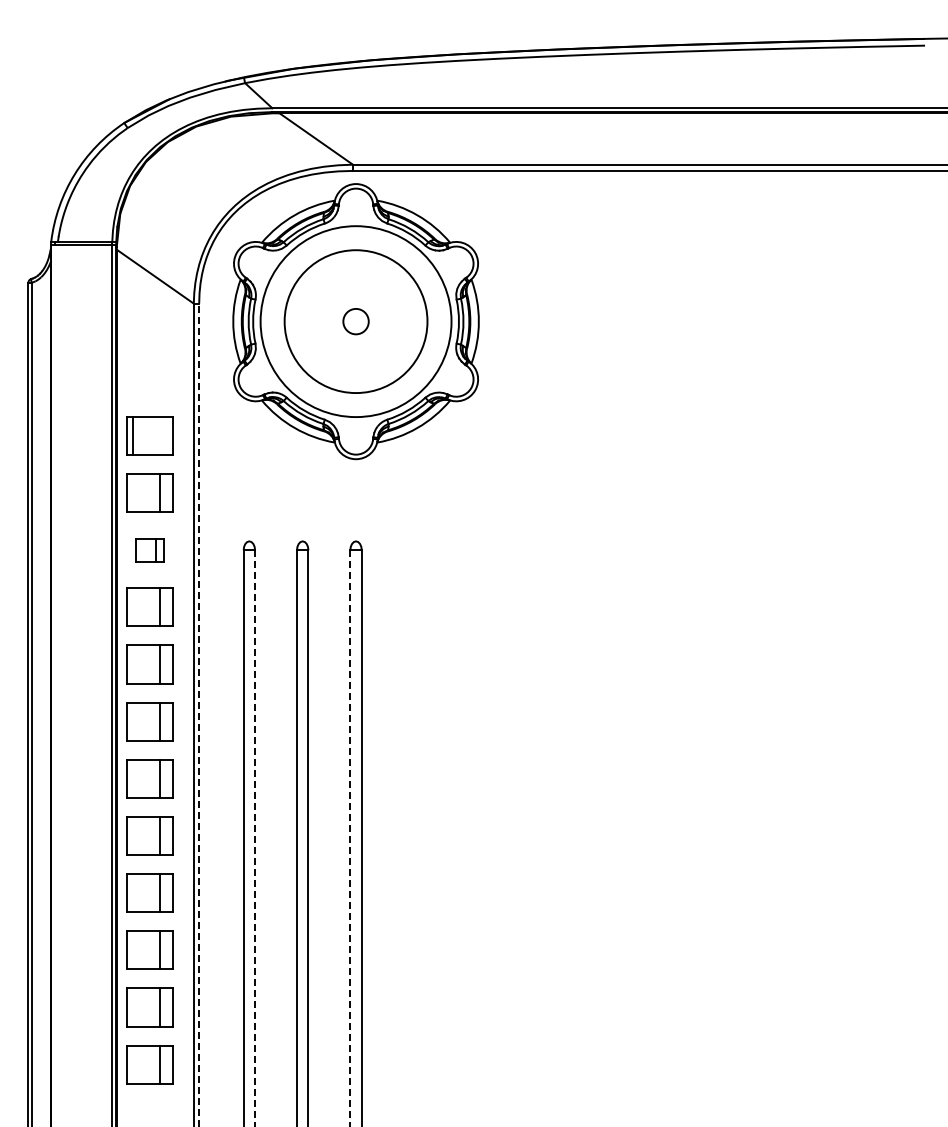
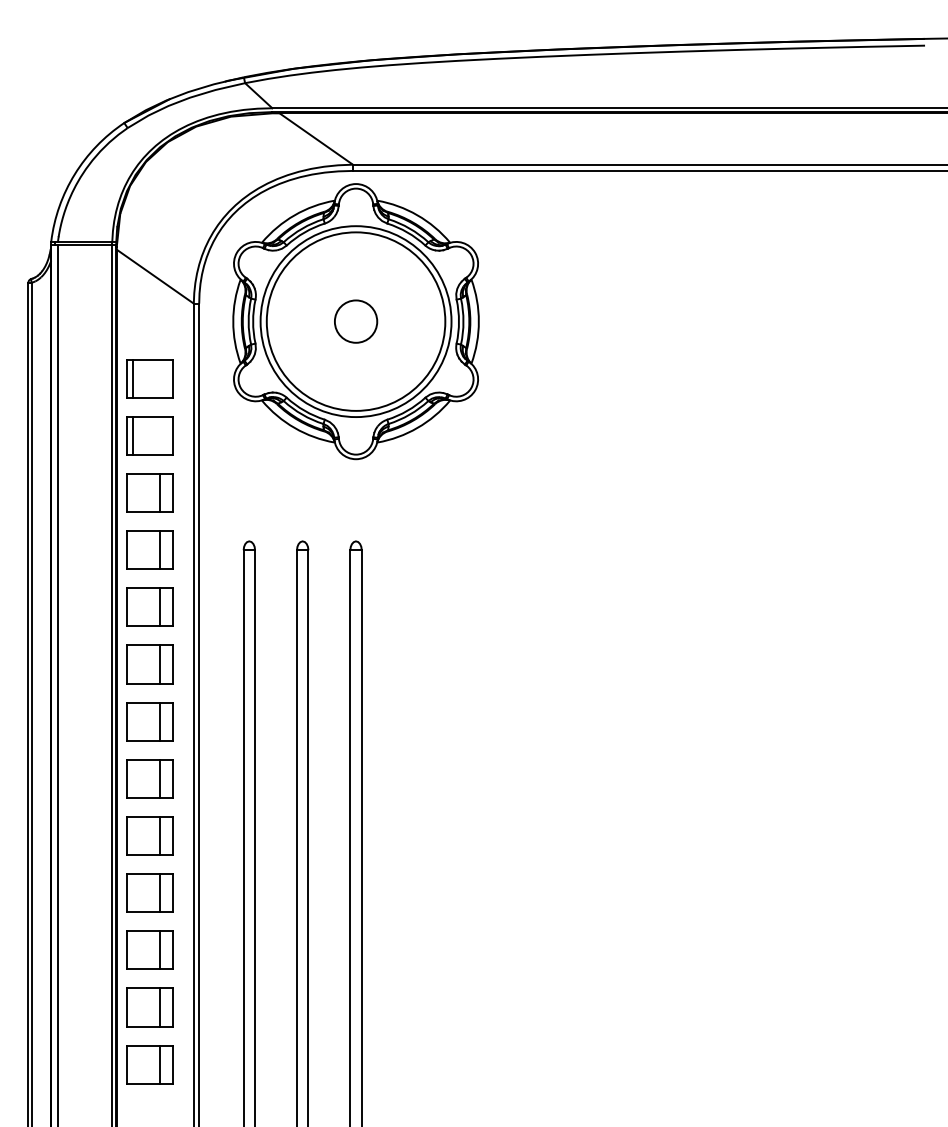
circle at (355, 321) diameter: 143 px -> 179 px
circle at (355, 321) diameter: 25 px -> 42 px
part at (149, 378): none -> present
part at (149, 550) size: 30x25 px -> 48x40 px
line at (57, 684): none -> present
line at (199, 714): dashed -> solid
line at (255, 838): dashed -> solid
line at (350, 838): dashed -> solid
